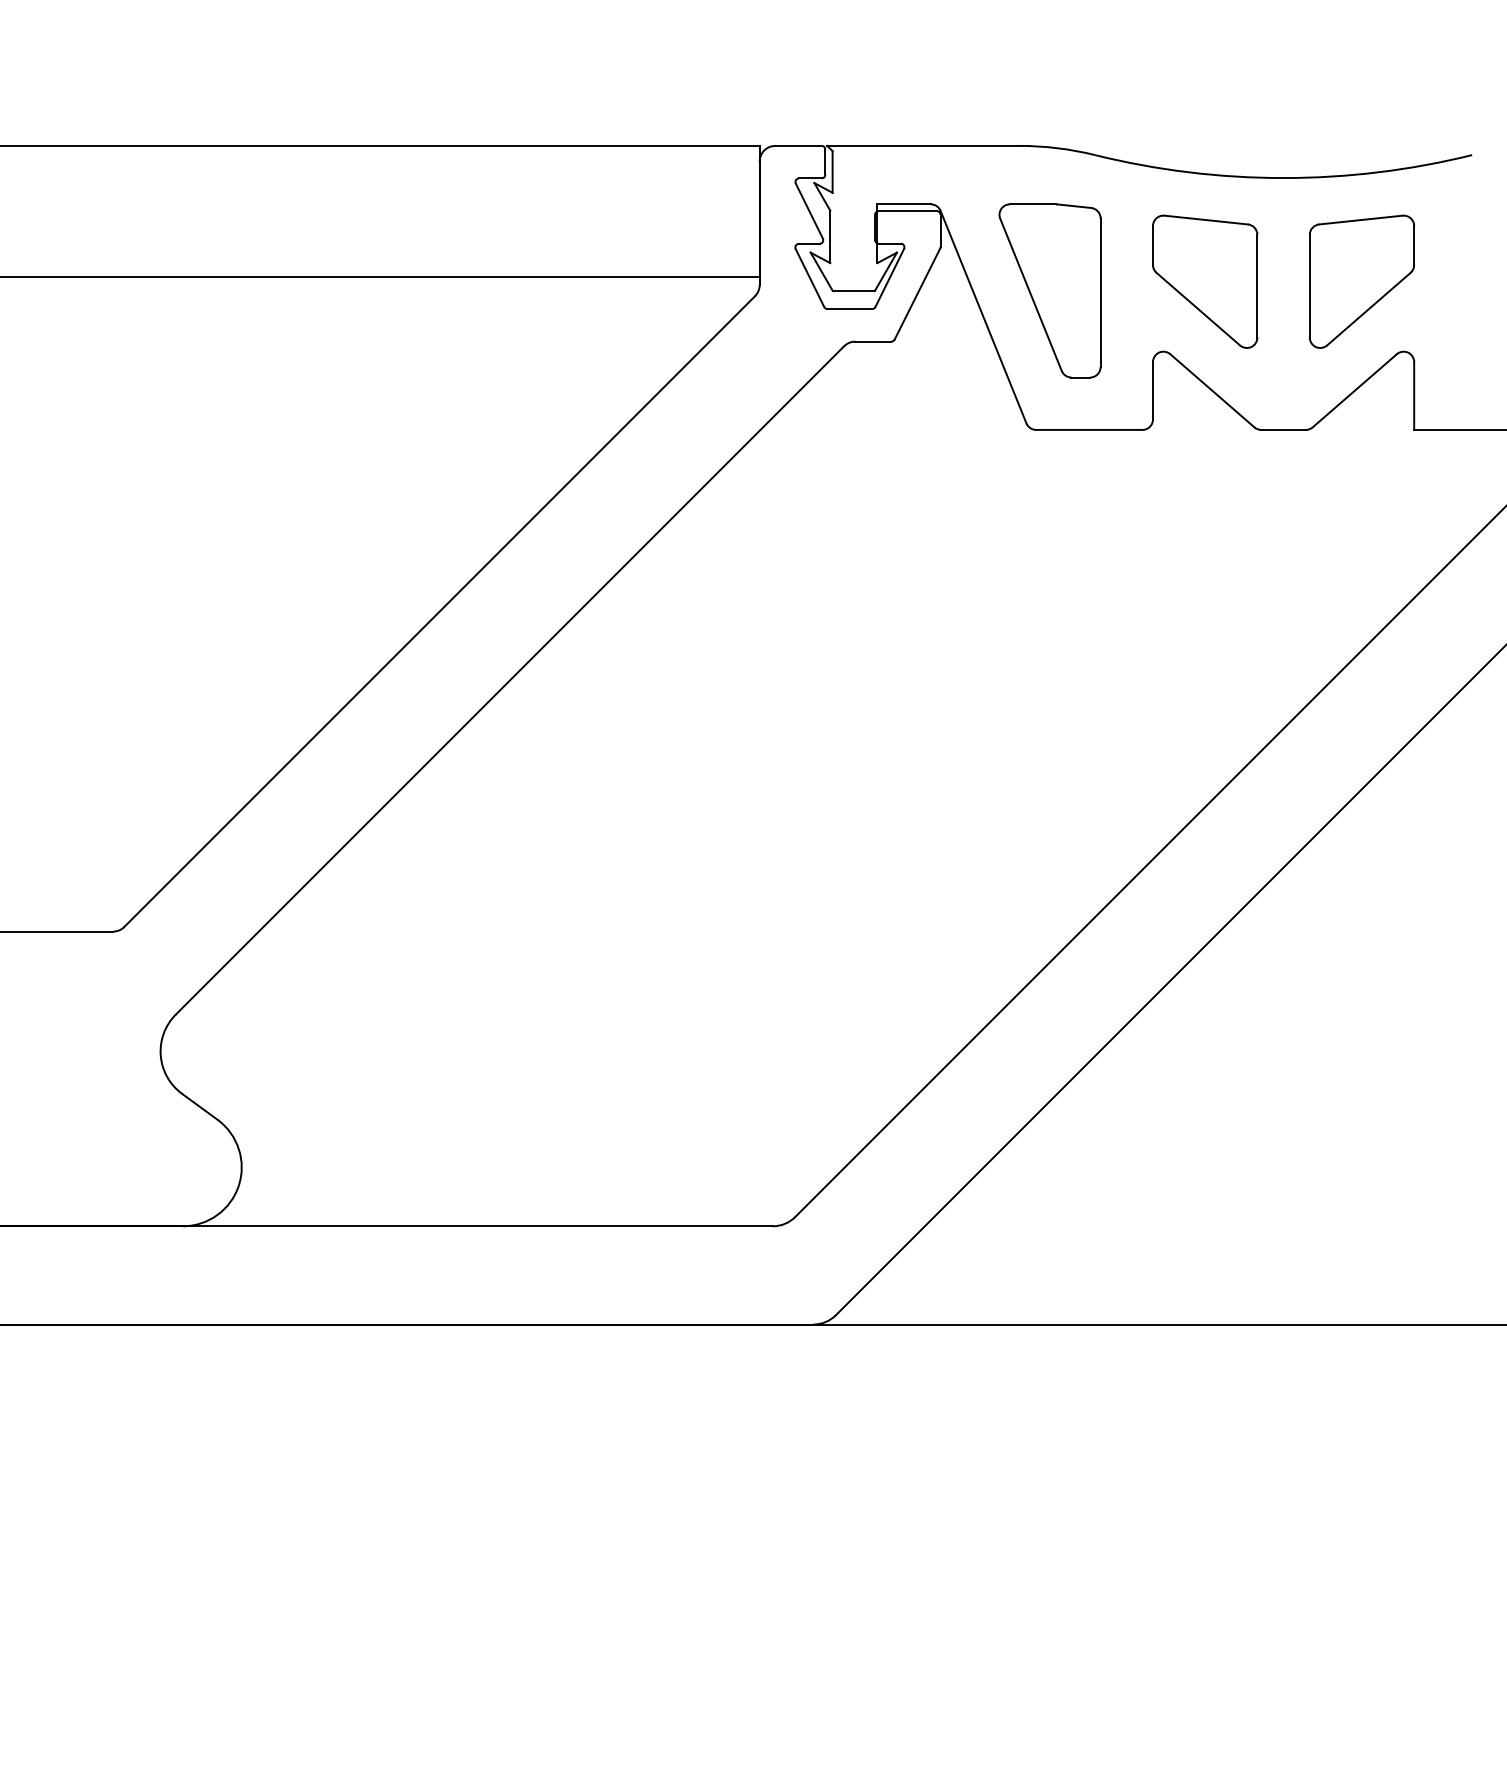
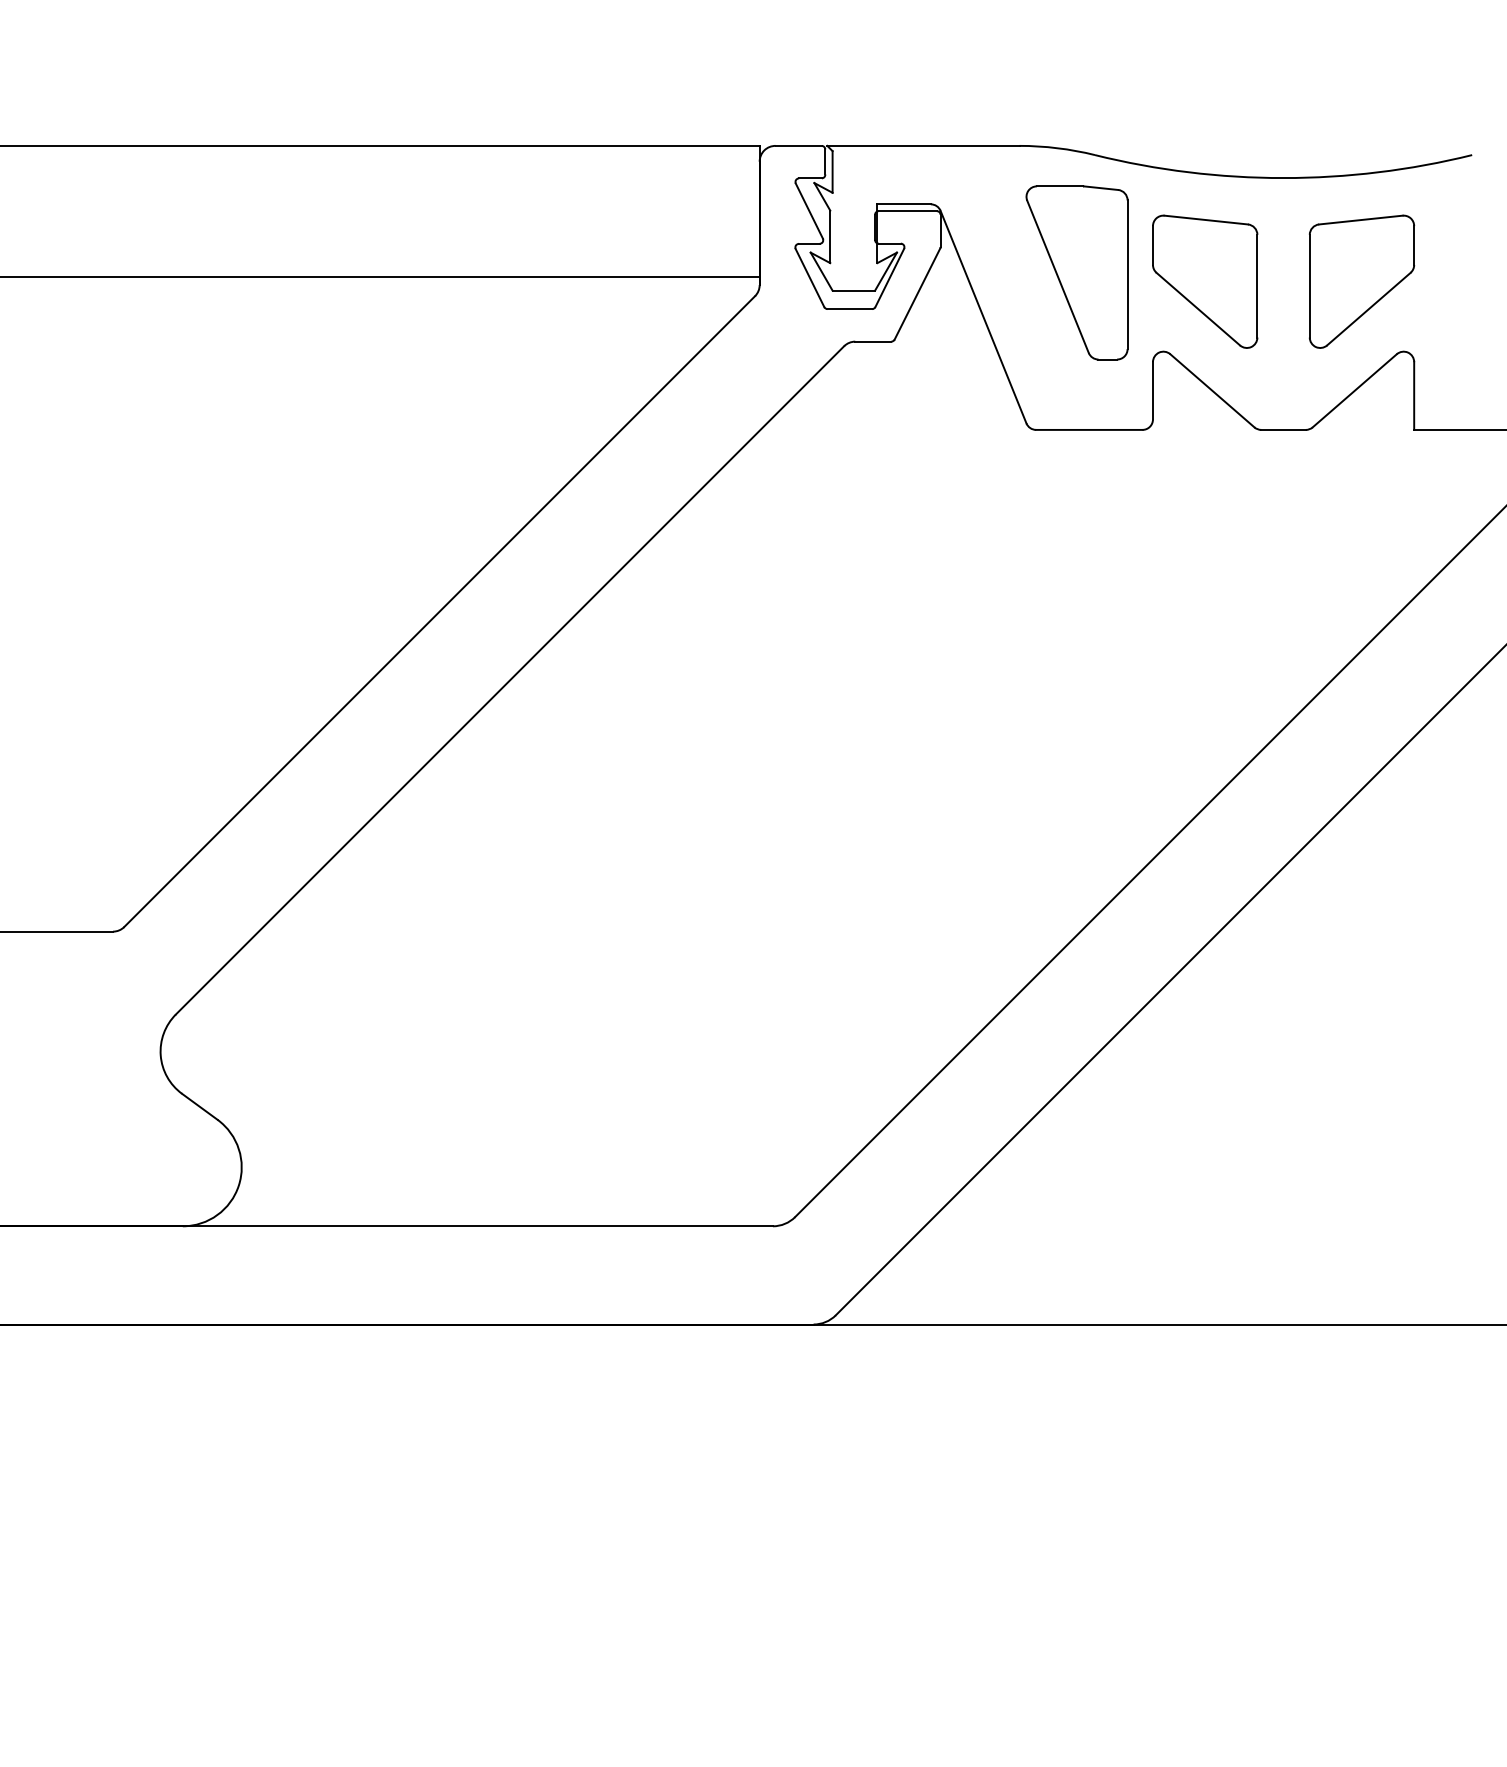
part at (1049, 290) position: (1049, 290) -> (1076, 272)
